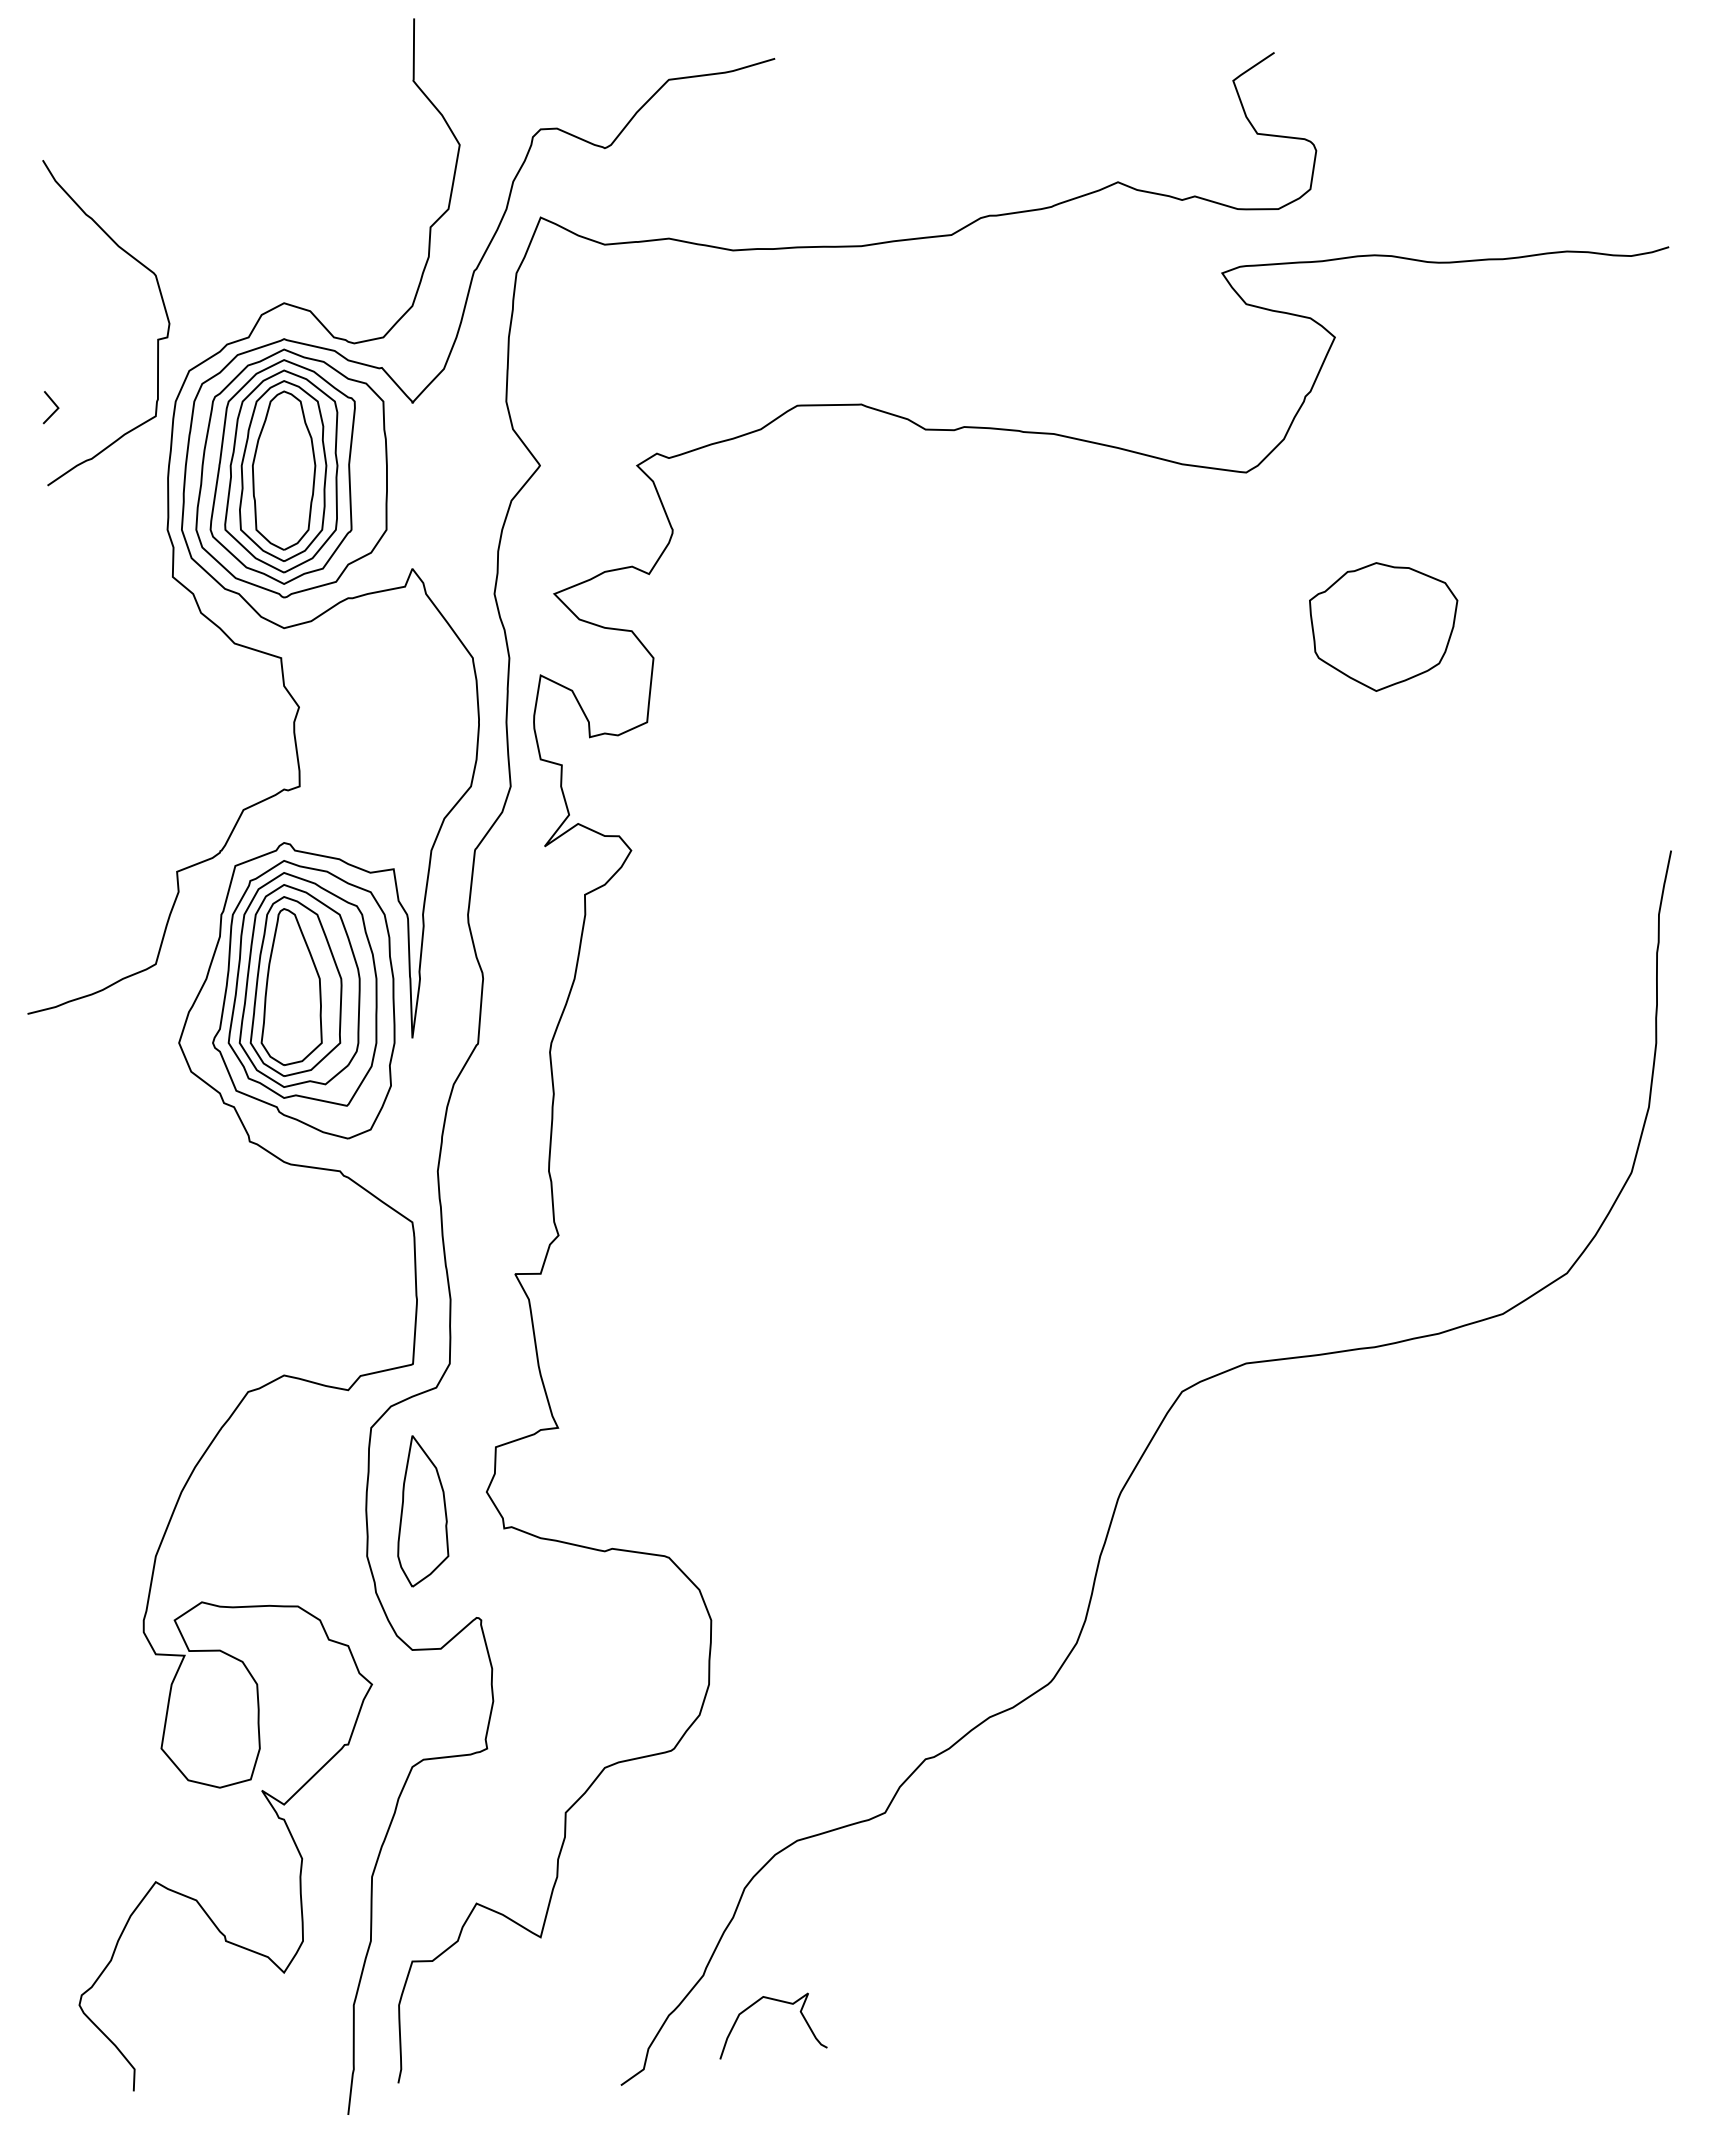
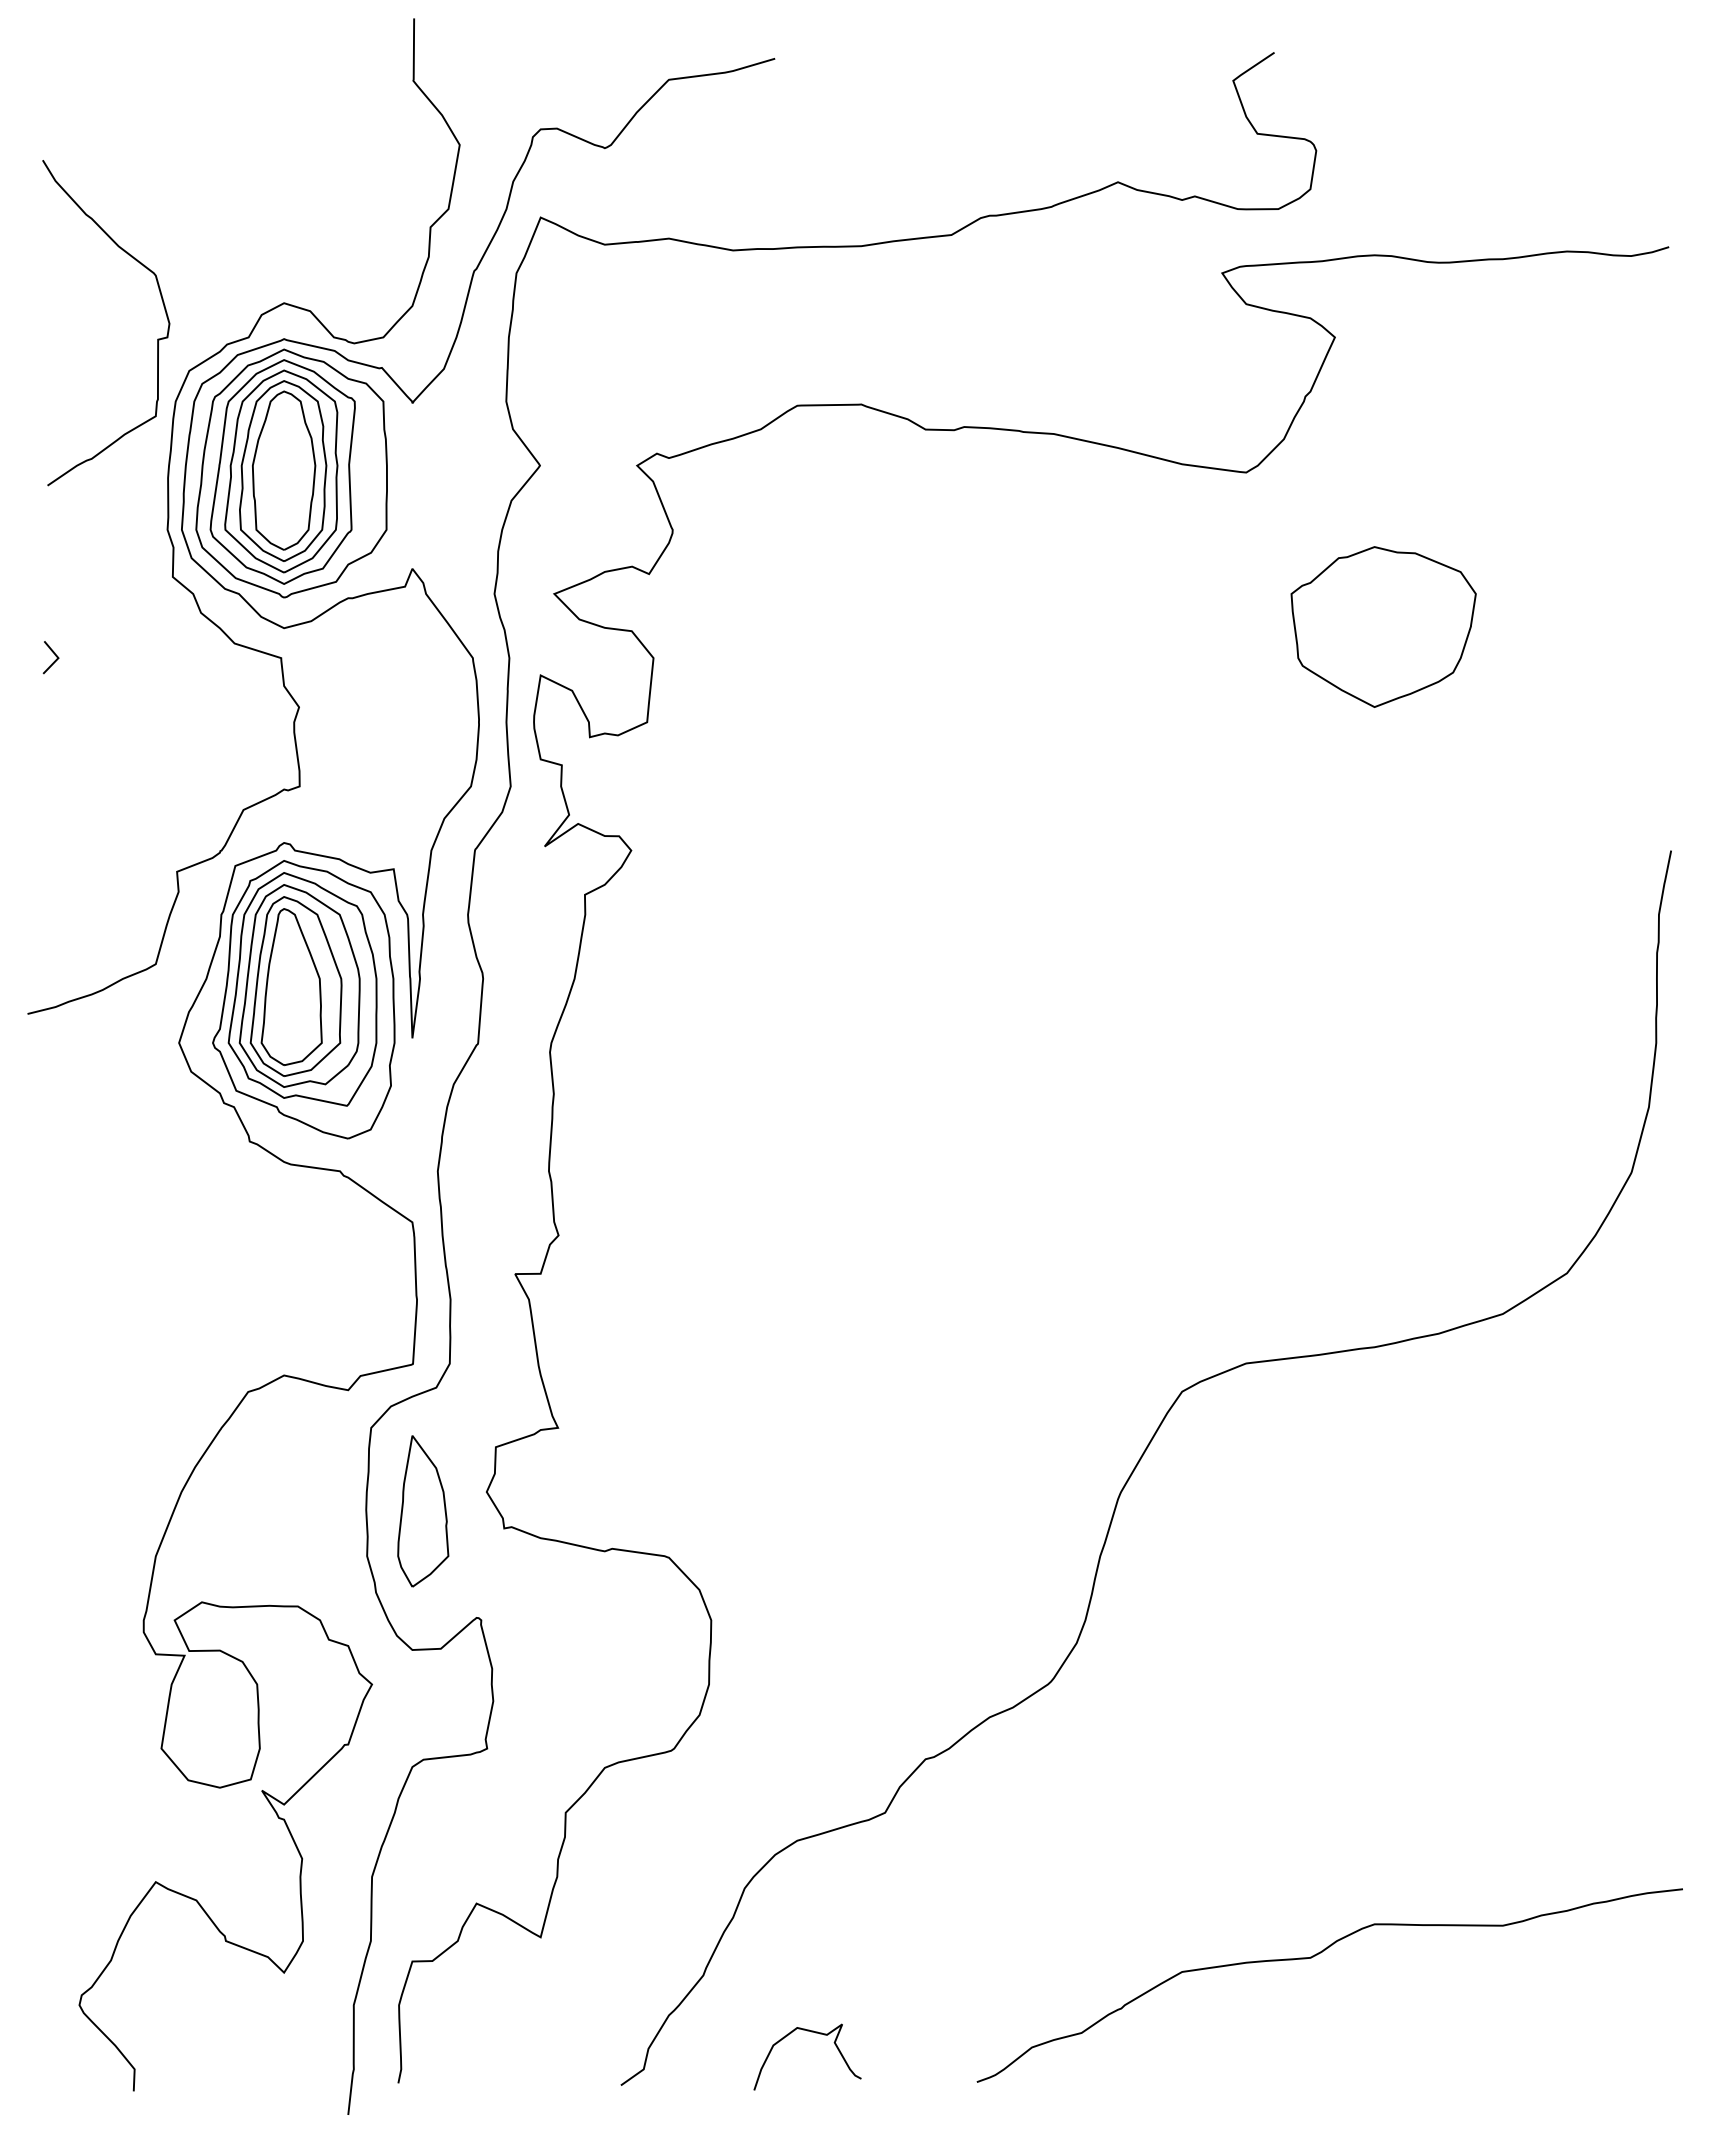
line at (53, 403) position: (53, 403) -> (53, 653)
part at (1383, 626) size: 150x130 px -> 187x162 px
curve at (1315, 1956): none -> present
curve at (777, 2001) position: (777, 2001) -> (811, 2032)
